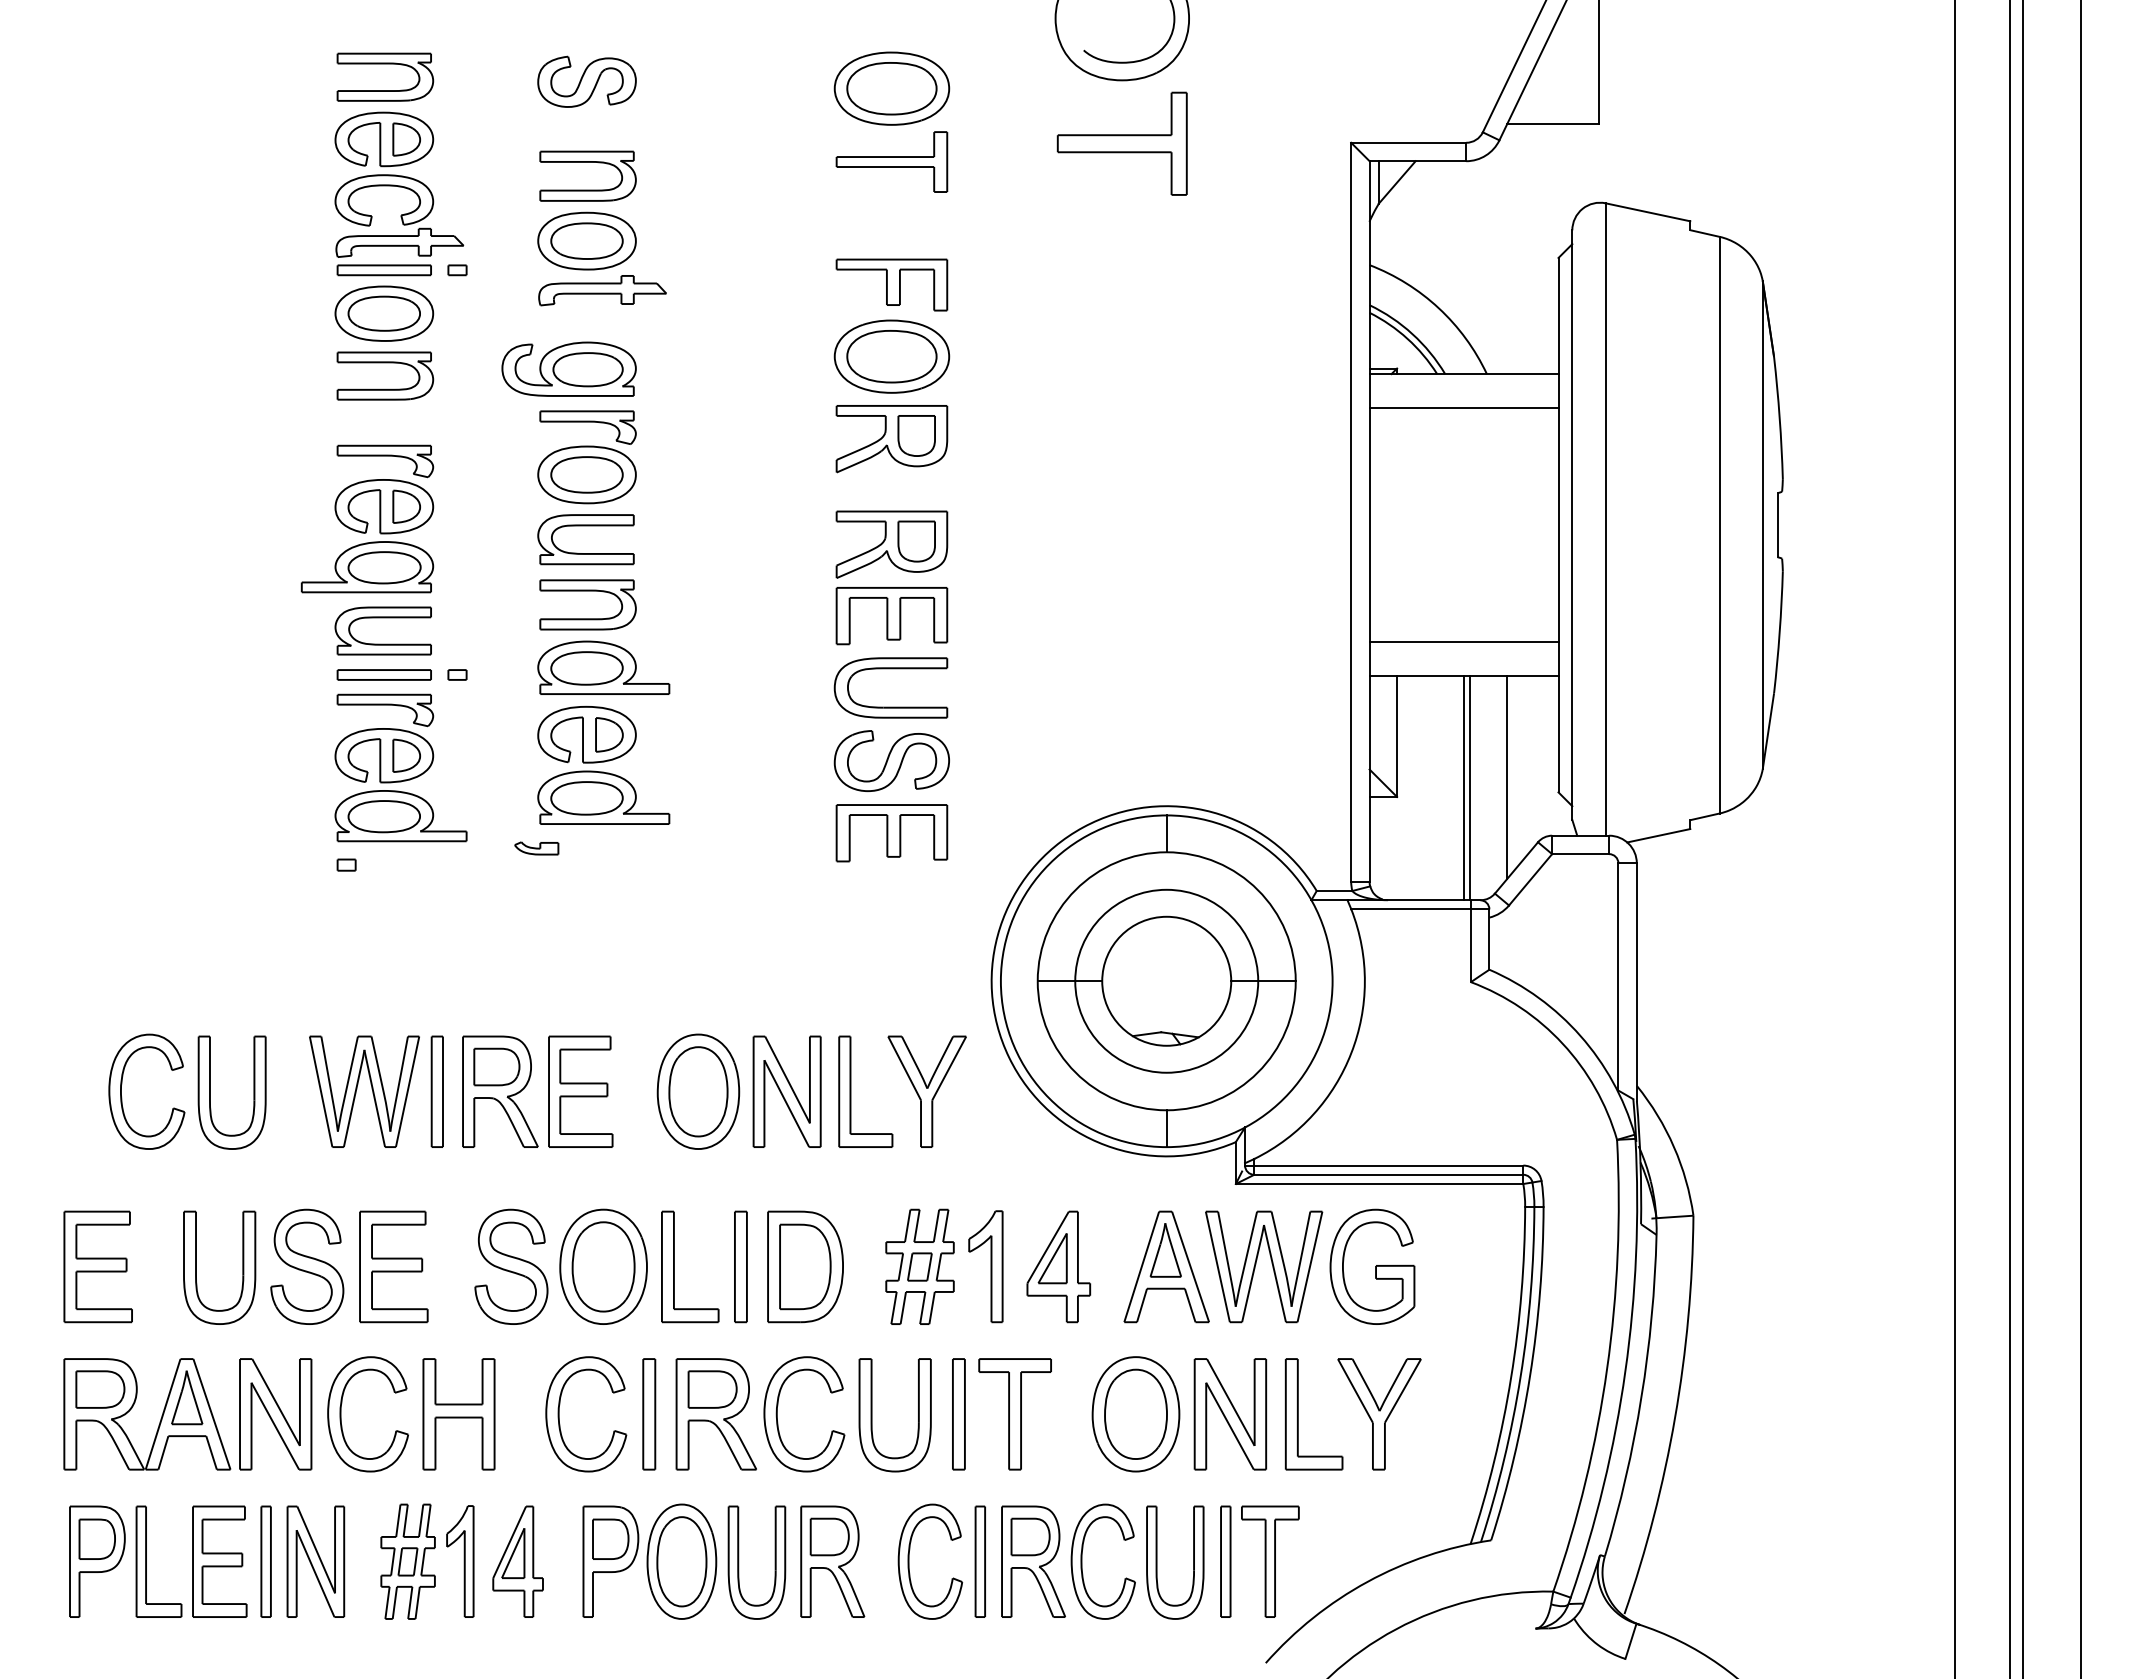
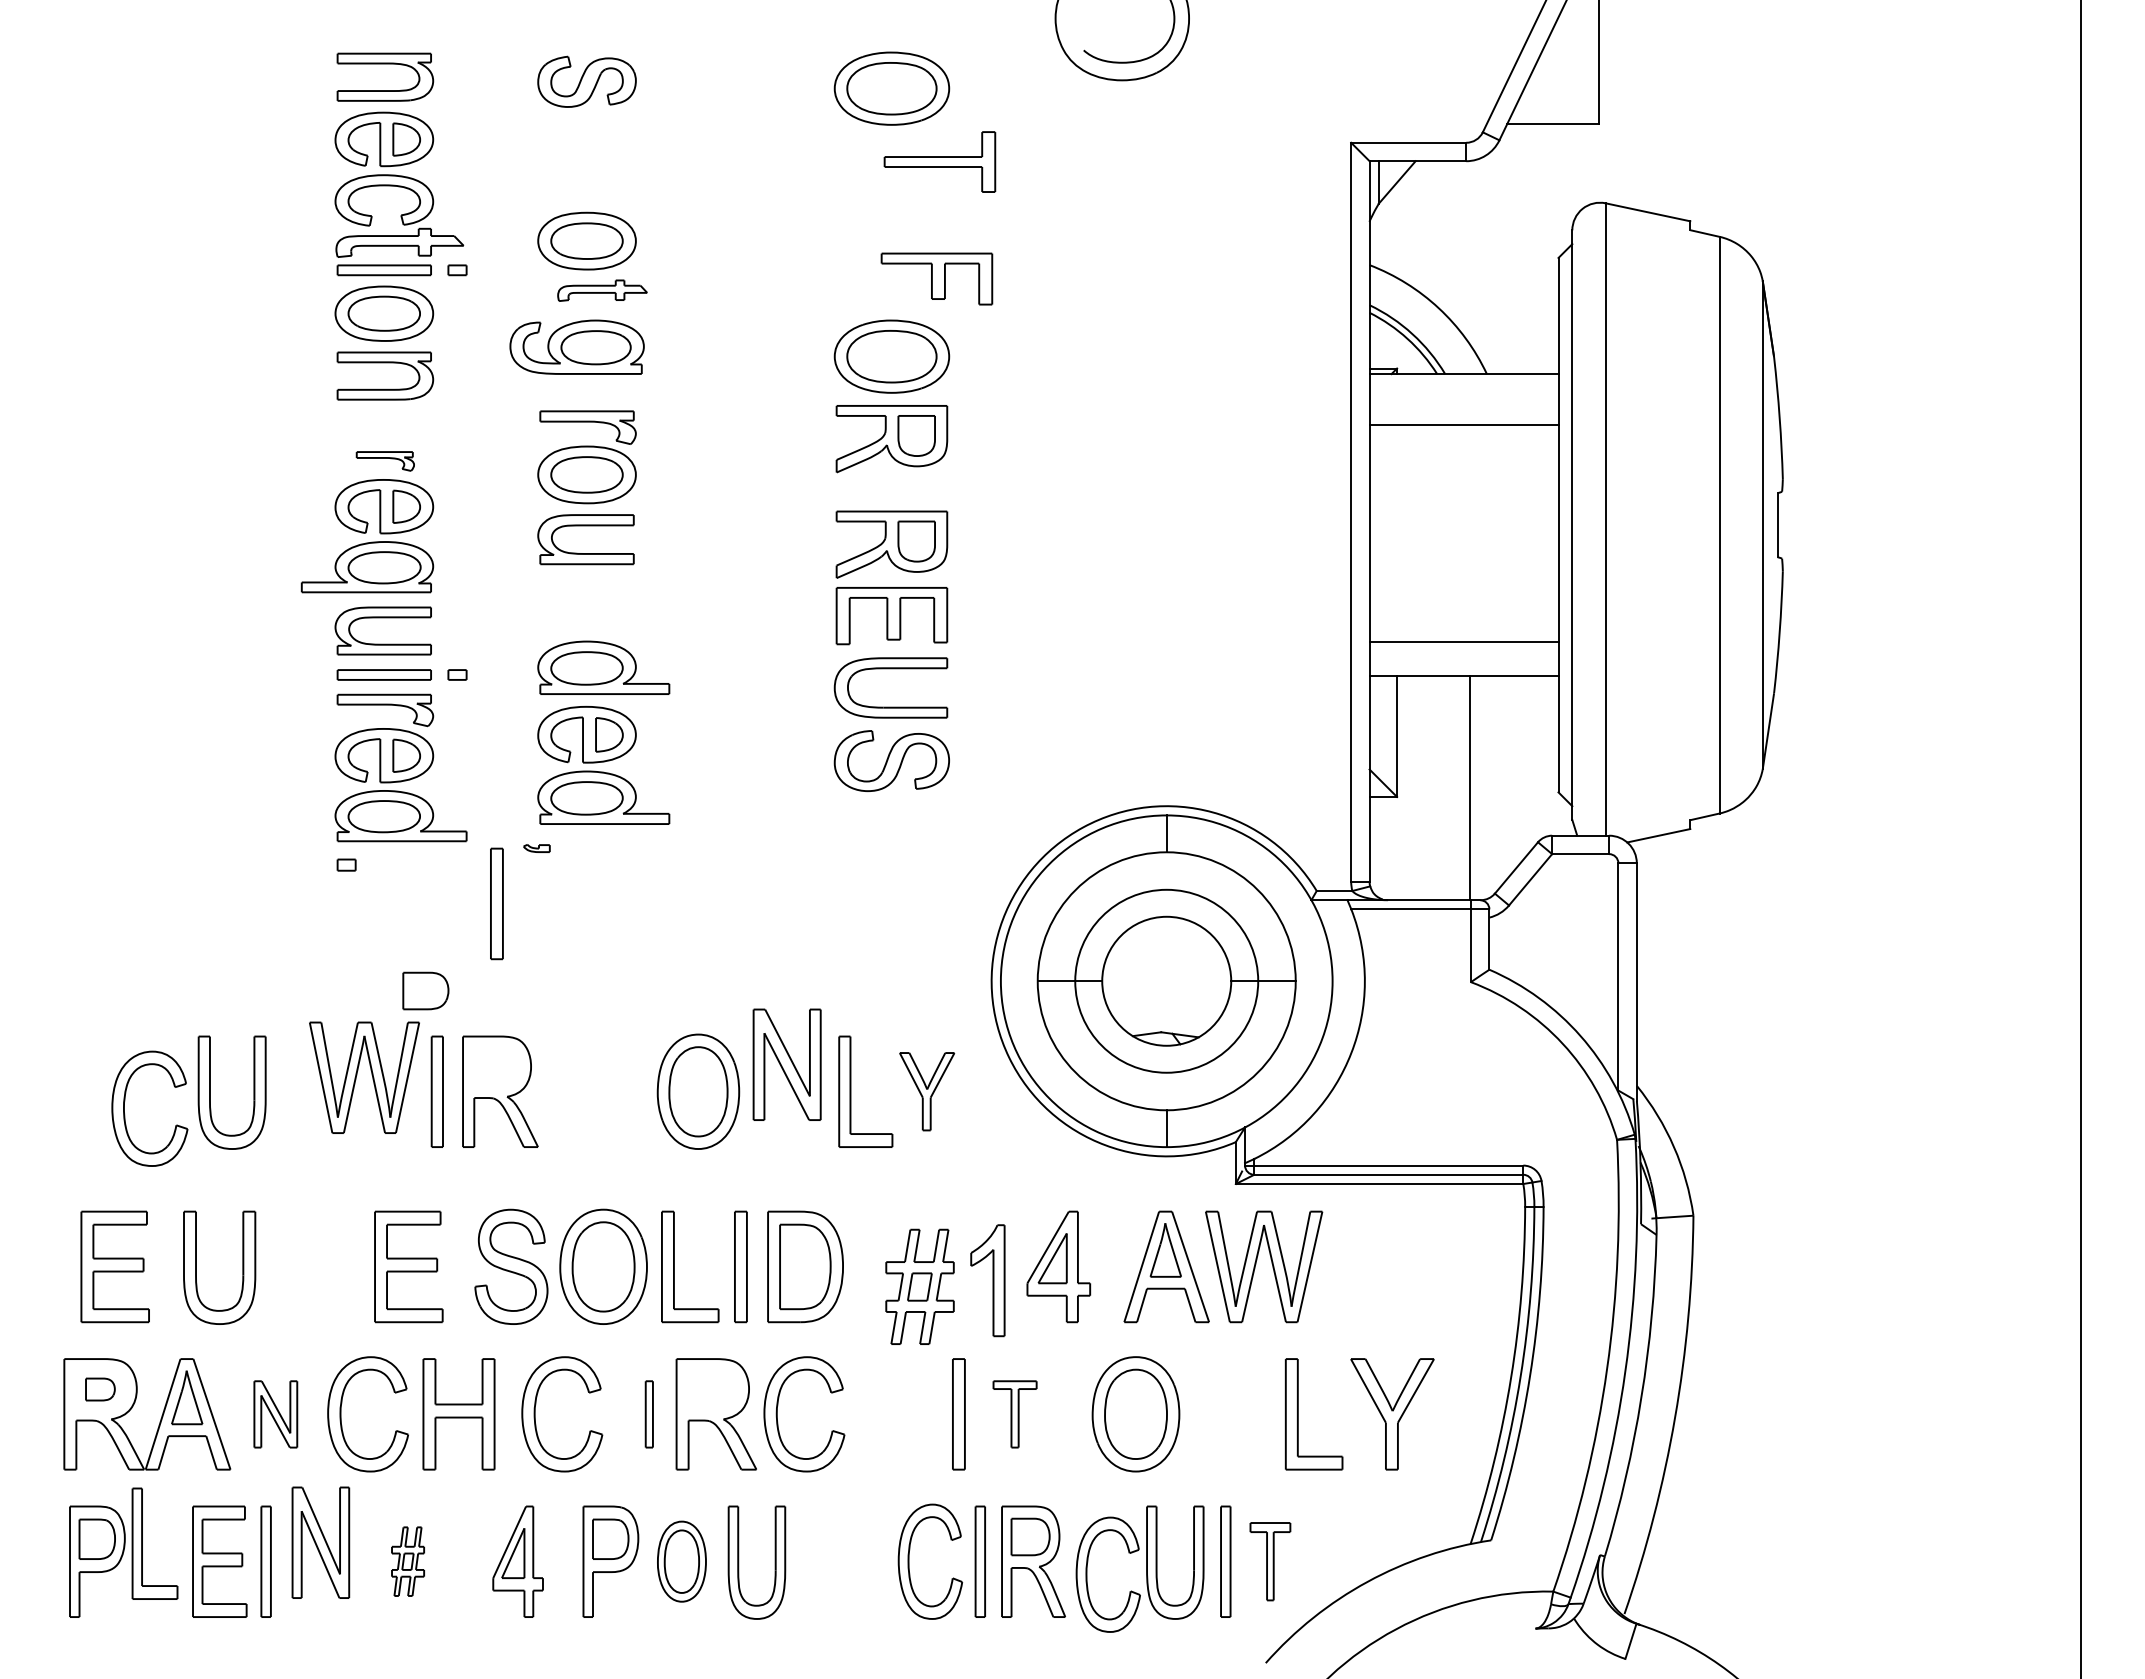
part at (1121, 143): present -> none
part at (891, 161) position: (891, 161) -> (939, 161)
part at (587, 162): present -> none
part at (891, 284) position: (891, 284) -> (936, 278)
part at (602, 290) size: 129x32 px -> 91x23 px
part at (568, 368) position: (568, 368) -> (576, 346)
line at (1463, 408) position: (1463, 408) -> (1463, 425)
part at (385, 461) size: 99x35 px -> 60x21 px
part at (587, 591): present -> none
line at (1507, 777): present -> none
line at (1463, 788): present -> none
part at (891, 833): present -> none
line at (1954, 838): present -> none
line at (2010, 838): present -> none
line at (2023, 838): present -> none
part at (536, 848) size: 46x15 px -> 28x9 px
part at (496, 903): none -> present
part at (496, 1066) position: (496, 1066) -> (425, 990)
part at (357, 1089) position: (357, 1089) -> (357, 1075)
part at (580, 1091): present -> none
part at (786, 1091) position: (786, 1091) -> (786, 1064)
part at (926, 1091) size: 80x113 px -> 57x80 px
part at (122, 1097) position: (122, 1097) -> (125, 1114)
part at (97, 1266) position: (97, 1266) -> (114, 1266)
part at (307, 1266): present -> none
part at (393, 1266) position: (393, 1266) -> (408, 1266)
part at (919, 1266) position: (919, 1266) -> (919, 1286)
part at (985, 1266) position: (985, 1266) -> (987, 1280)
part at (1372, 1266): present -> none
part at (100, 1389) size: 51x39 px -> 31x25 px
part at (712, 1389): present -> none
part at (275, 1414) size: 74x113 px -> 46x69 px
part at (559, 1414) position: (559, 1414) -> (535, 1414)
part at (649, 1414) size: 15x113 px -> 10x69 px
part at (1014, 1414) size: 74x113 px -> 46x69 px
part at (1230, 1414): present -> none
part at (1379, 1414) position: (1379, 1414) -> (1392, 1414)
part at (872, 1415): present -> none
part at (146, 1561) position: (146, 1561) -> (142, 1543)
part at (315, 1561) position: (315, 1561) -> (320, 1542)
part at (407, 1561) size: 56x117 px -> 34x71 px
part at (460, 1561): present -> none
part at (681, 1561) size: 72x117 px -> 50x83 px
part at (832, 1561): present -> none
part at (1082, 1561) position: (1082, 1561) -> (1087, 1574)
part at (1270, 1561) size: 59x113 px -> 43x80 px
